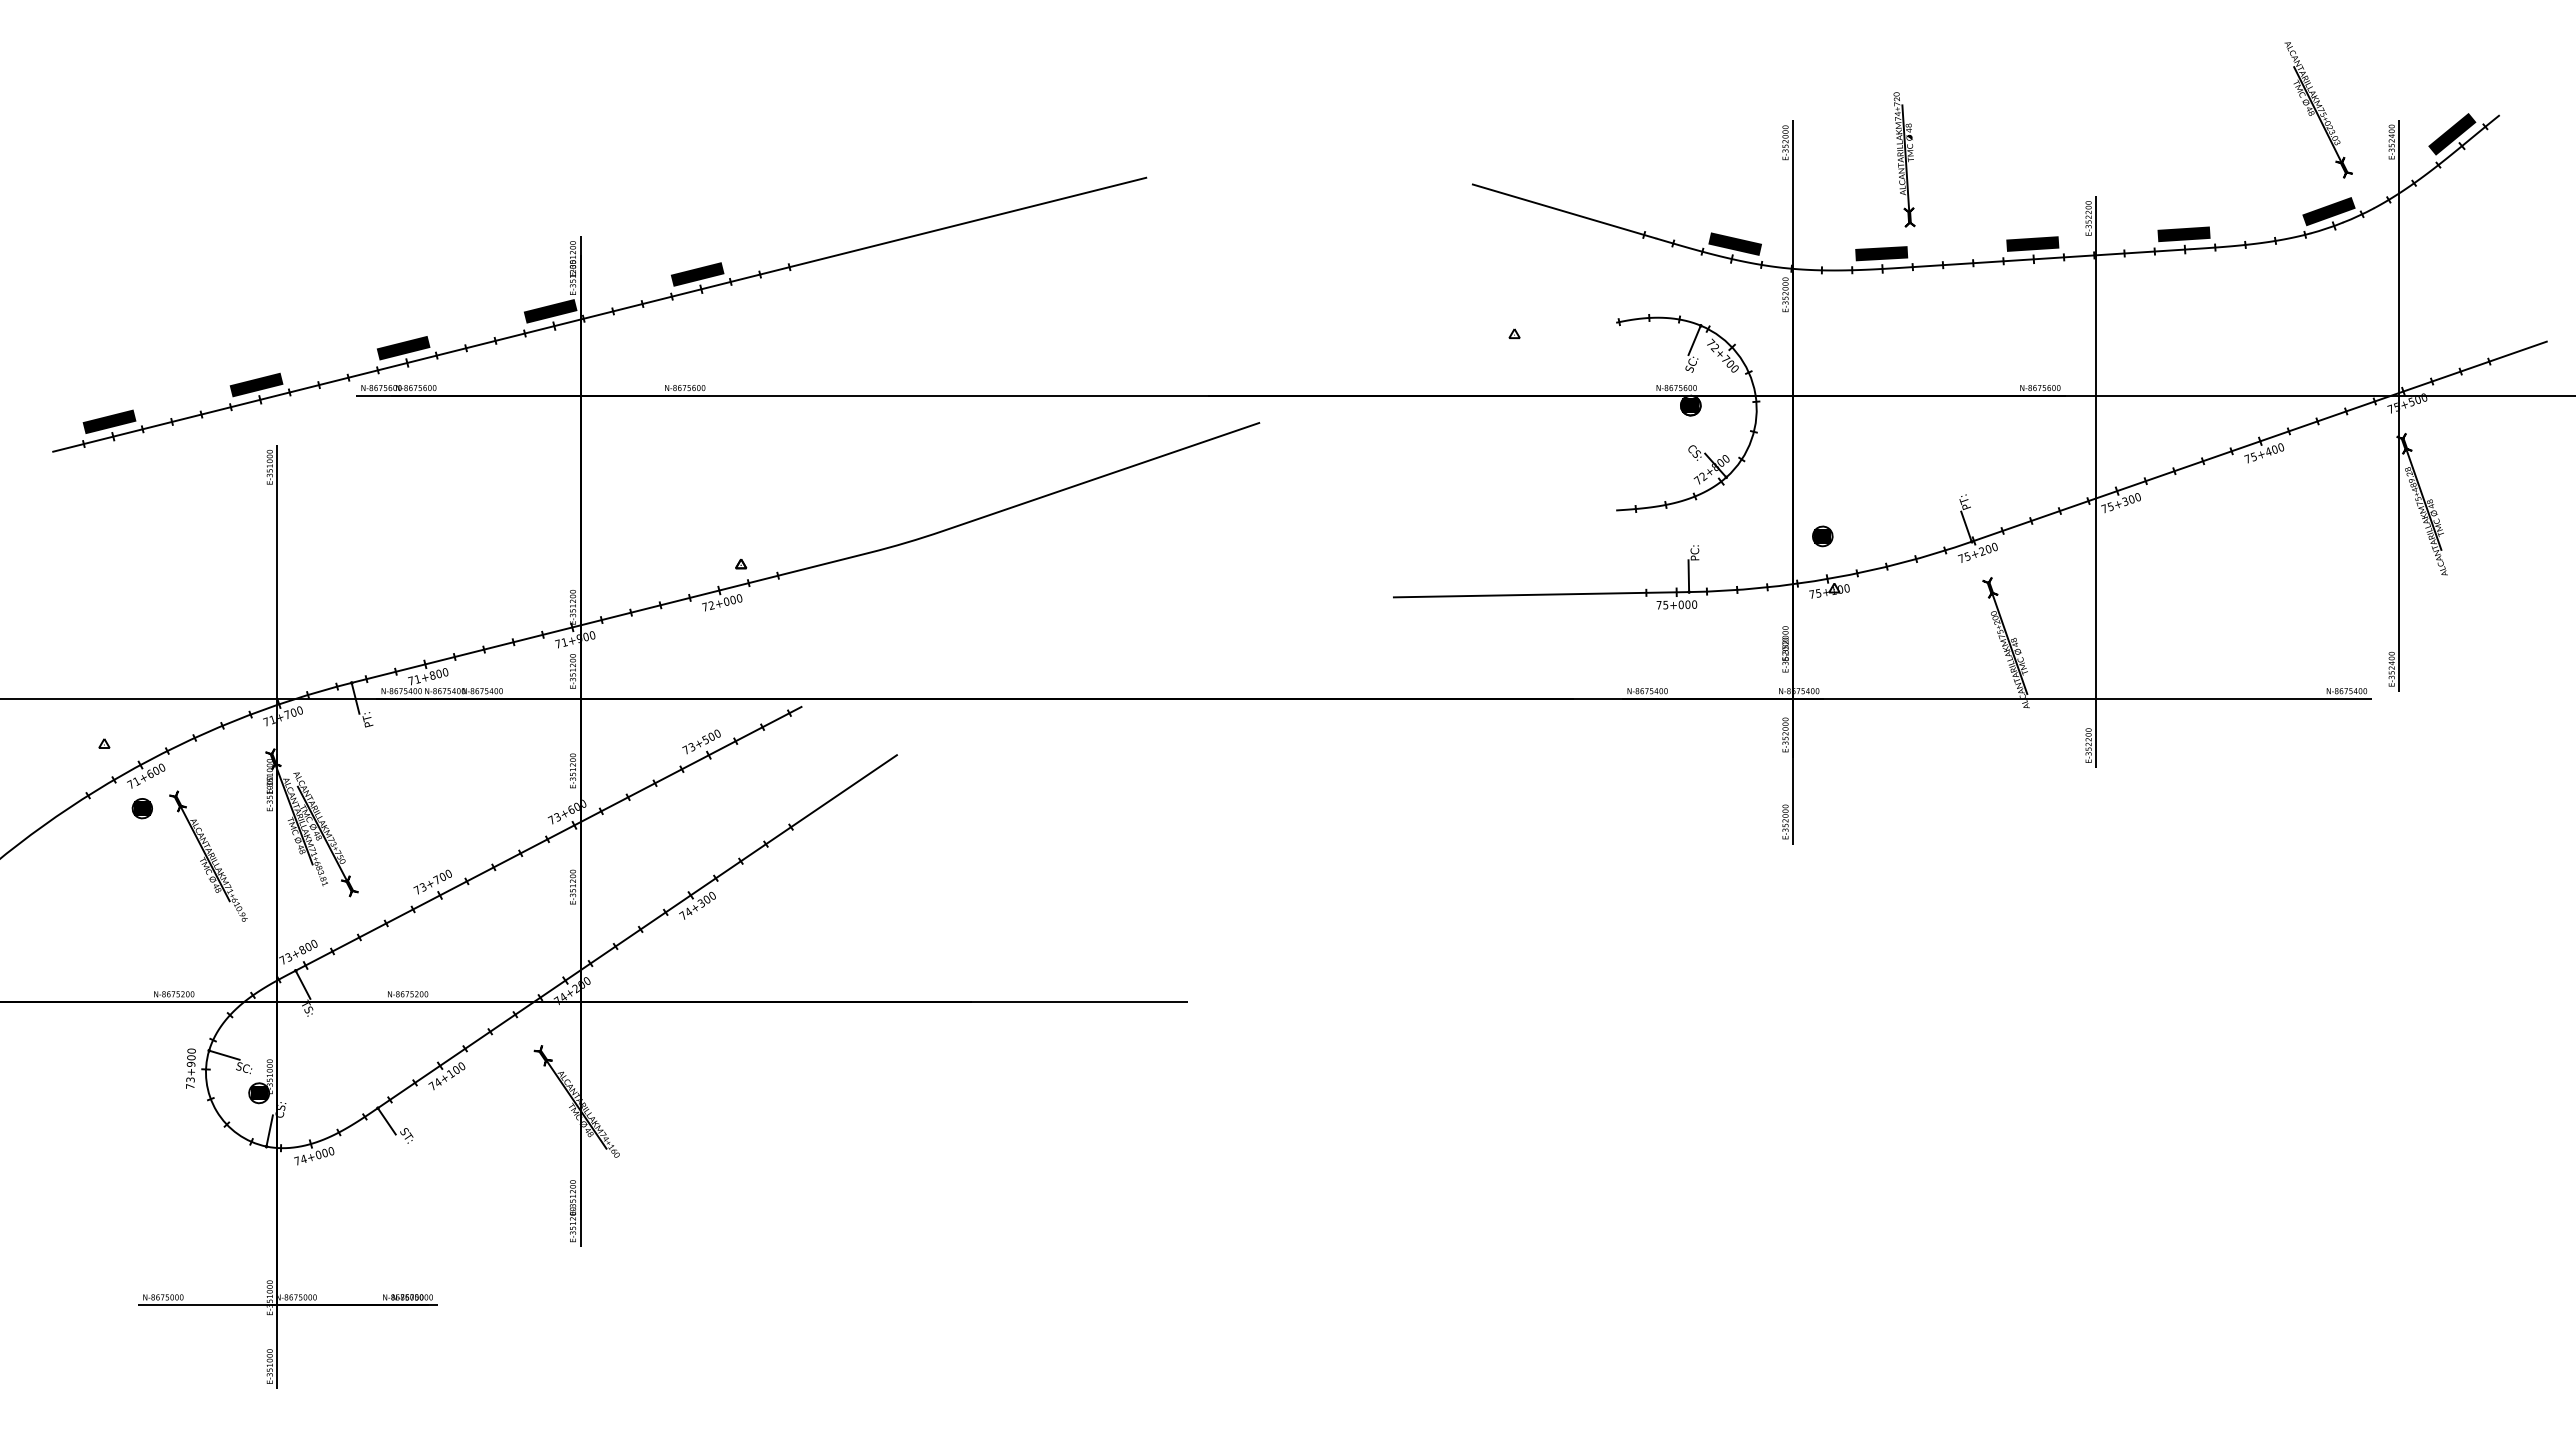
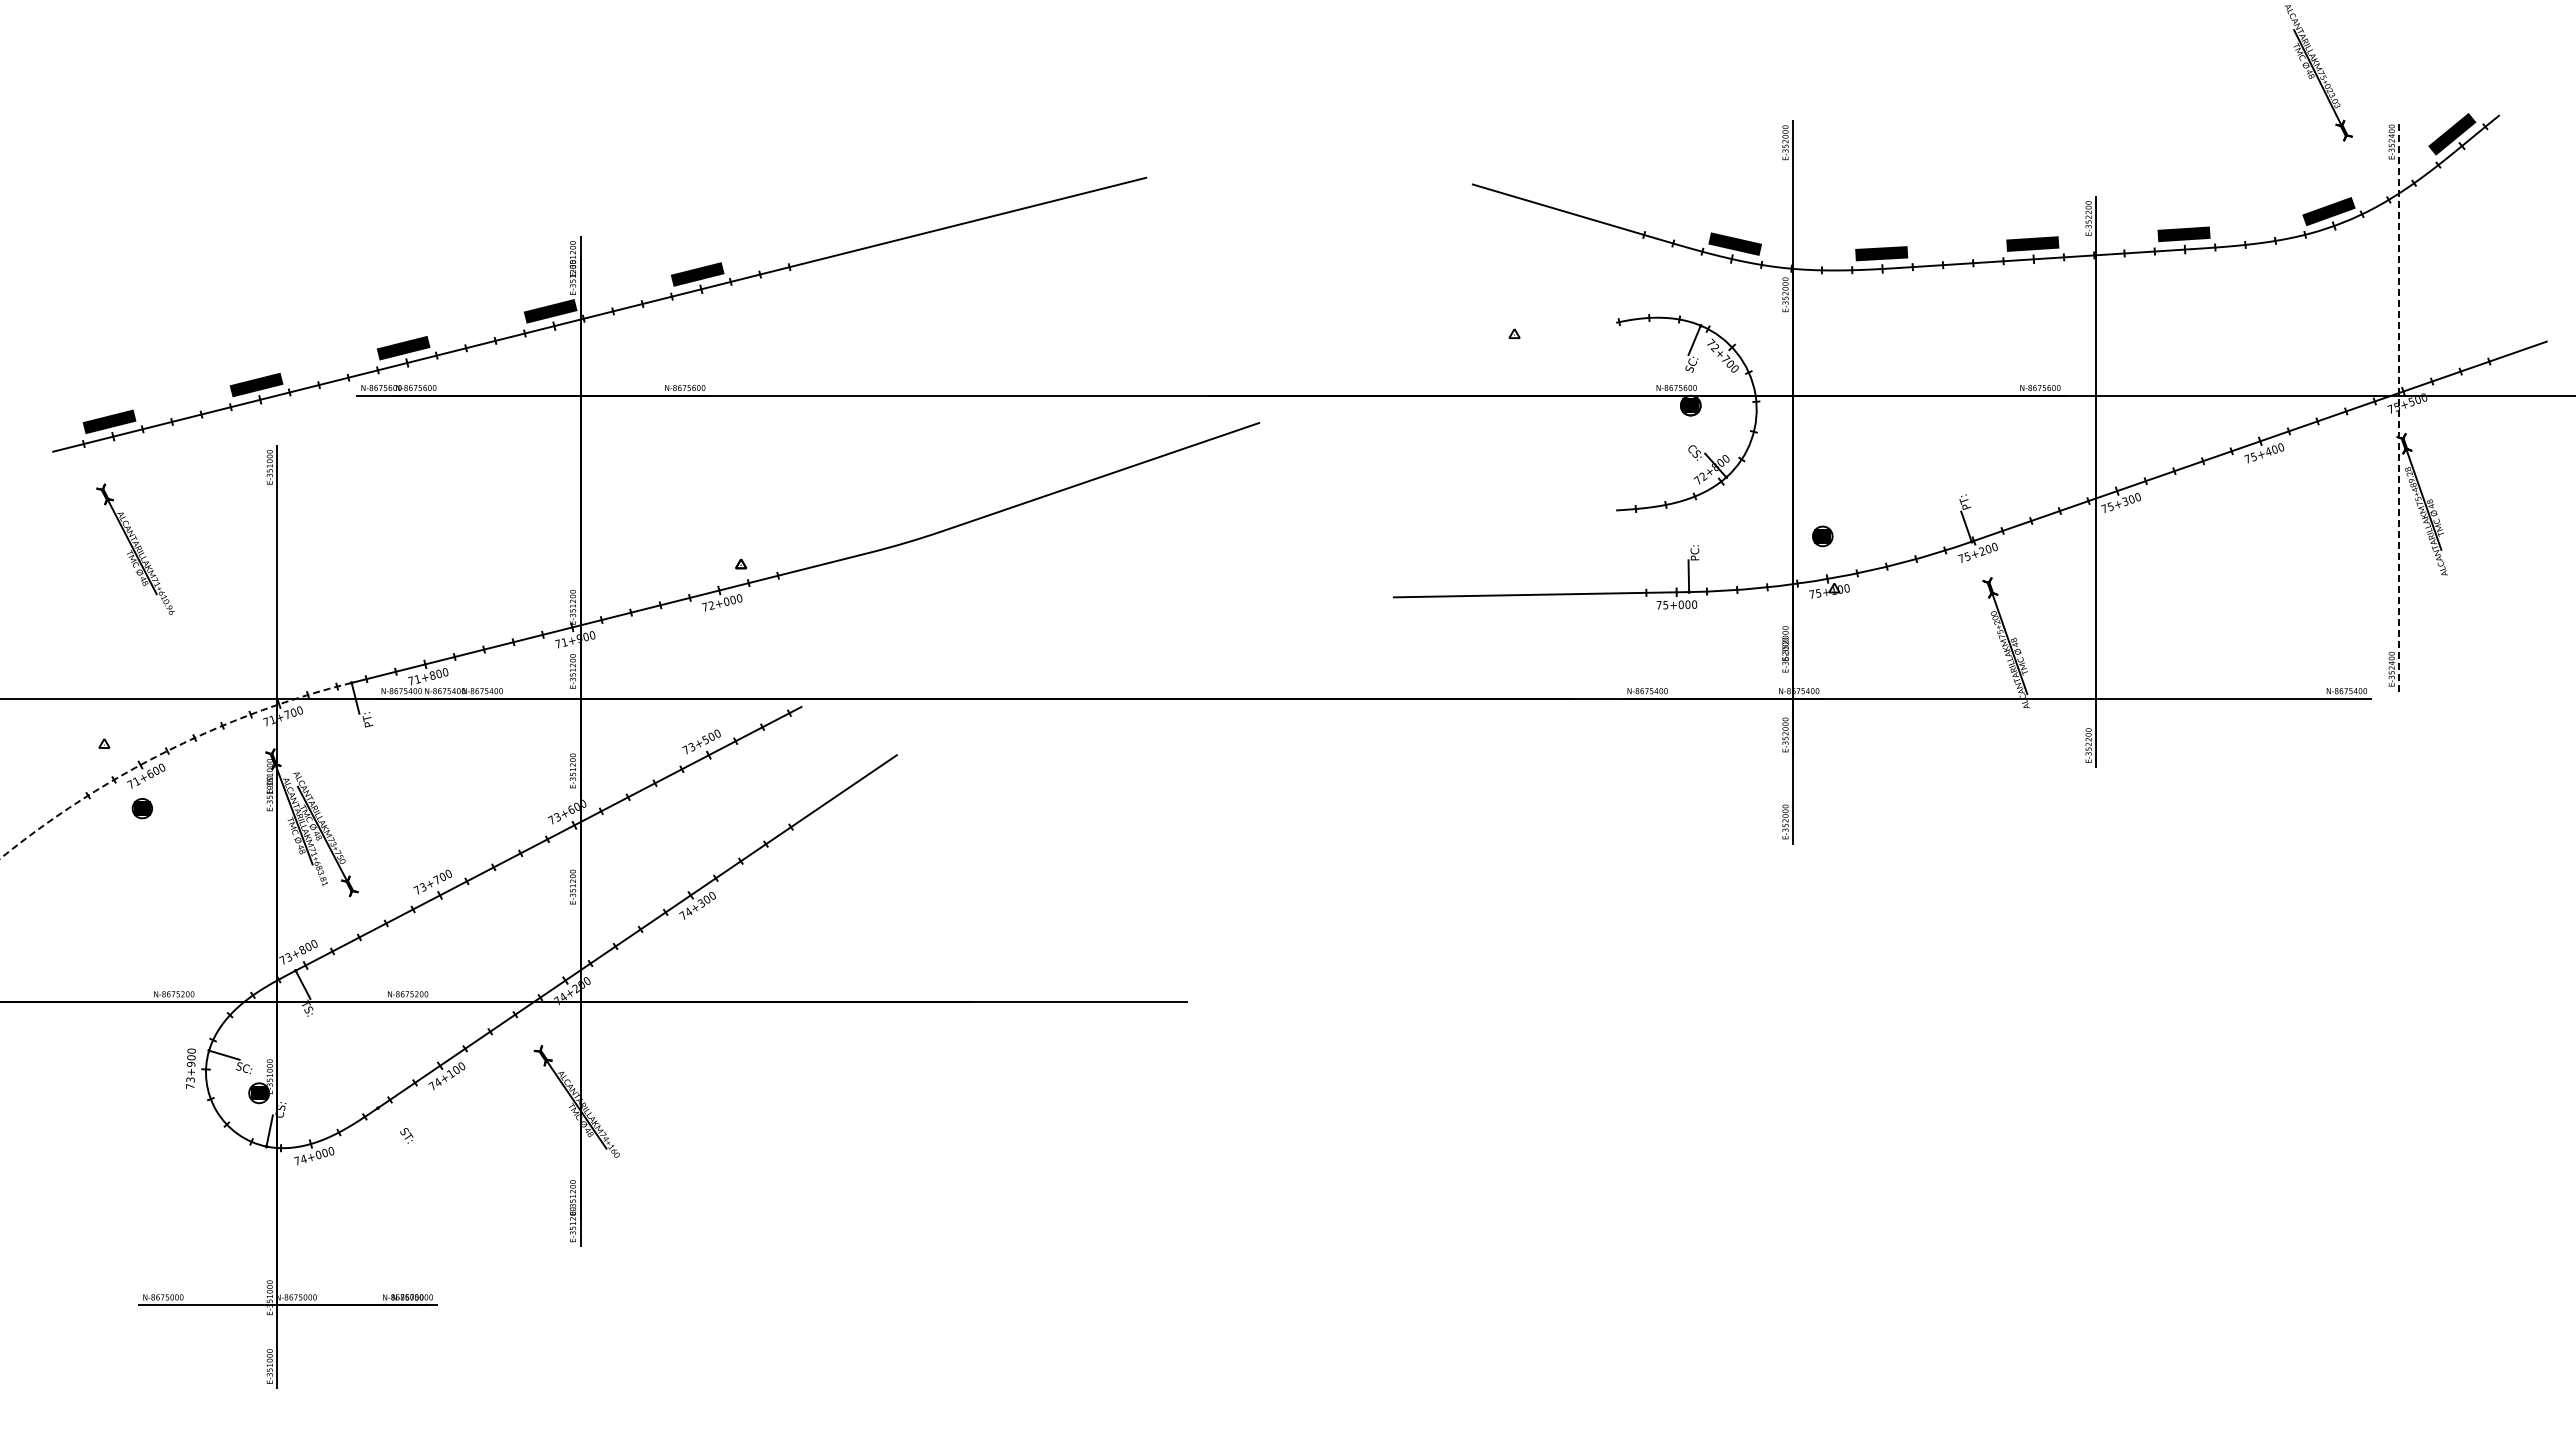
part at (2318, 110) position: (2318, 110) -> (2318, 73)
part at (1904, 159): present -> none
line at (2399, 405): solid -> dashed
line at (167, 751): solid -> dashed
part at (208, 855) position: (208, 855) -> (135, 548)
line at (386, 1121): present -> none
